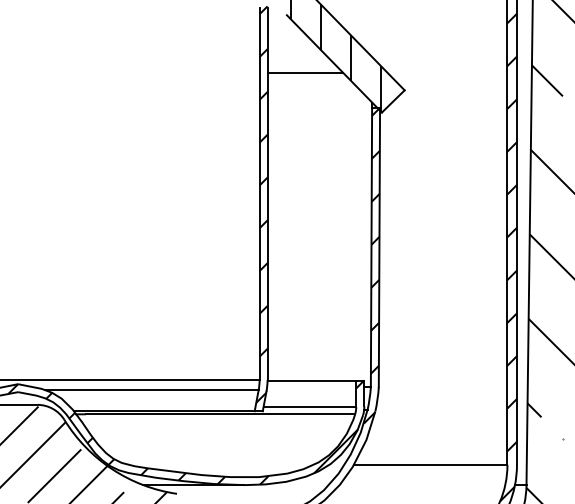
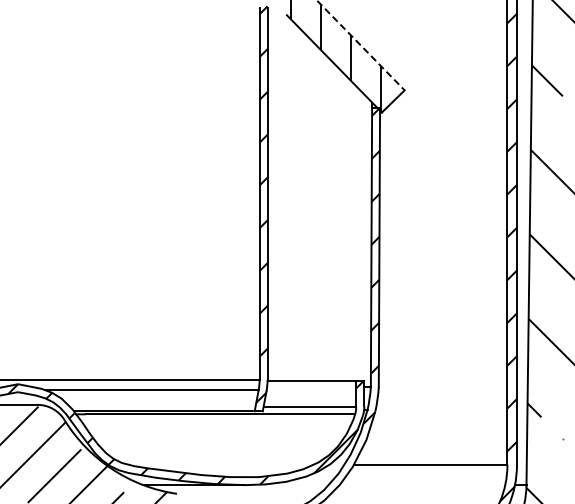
line at (360, 45): solid -> dashed
line at (305, 73): present -> none
